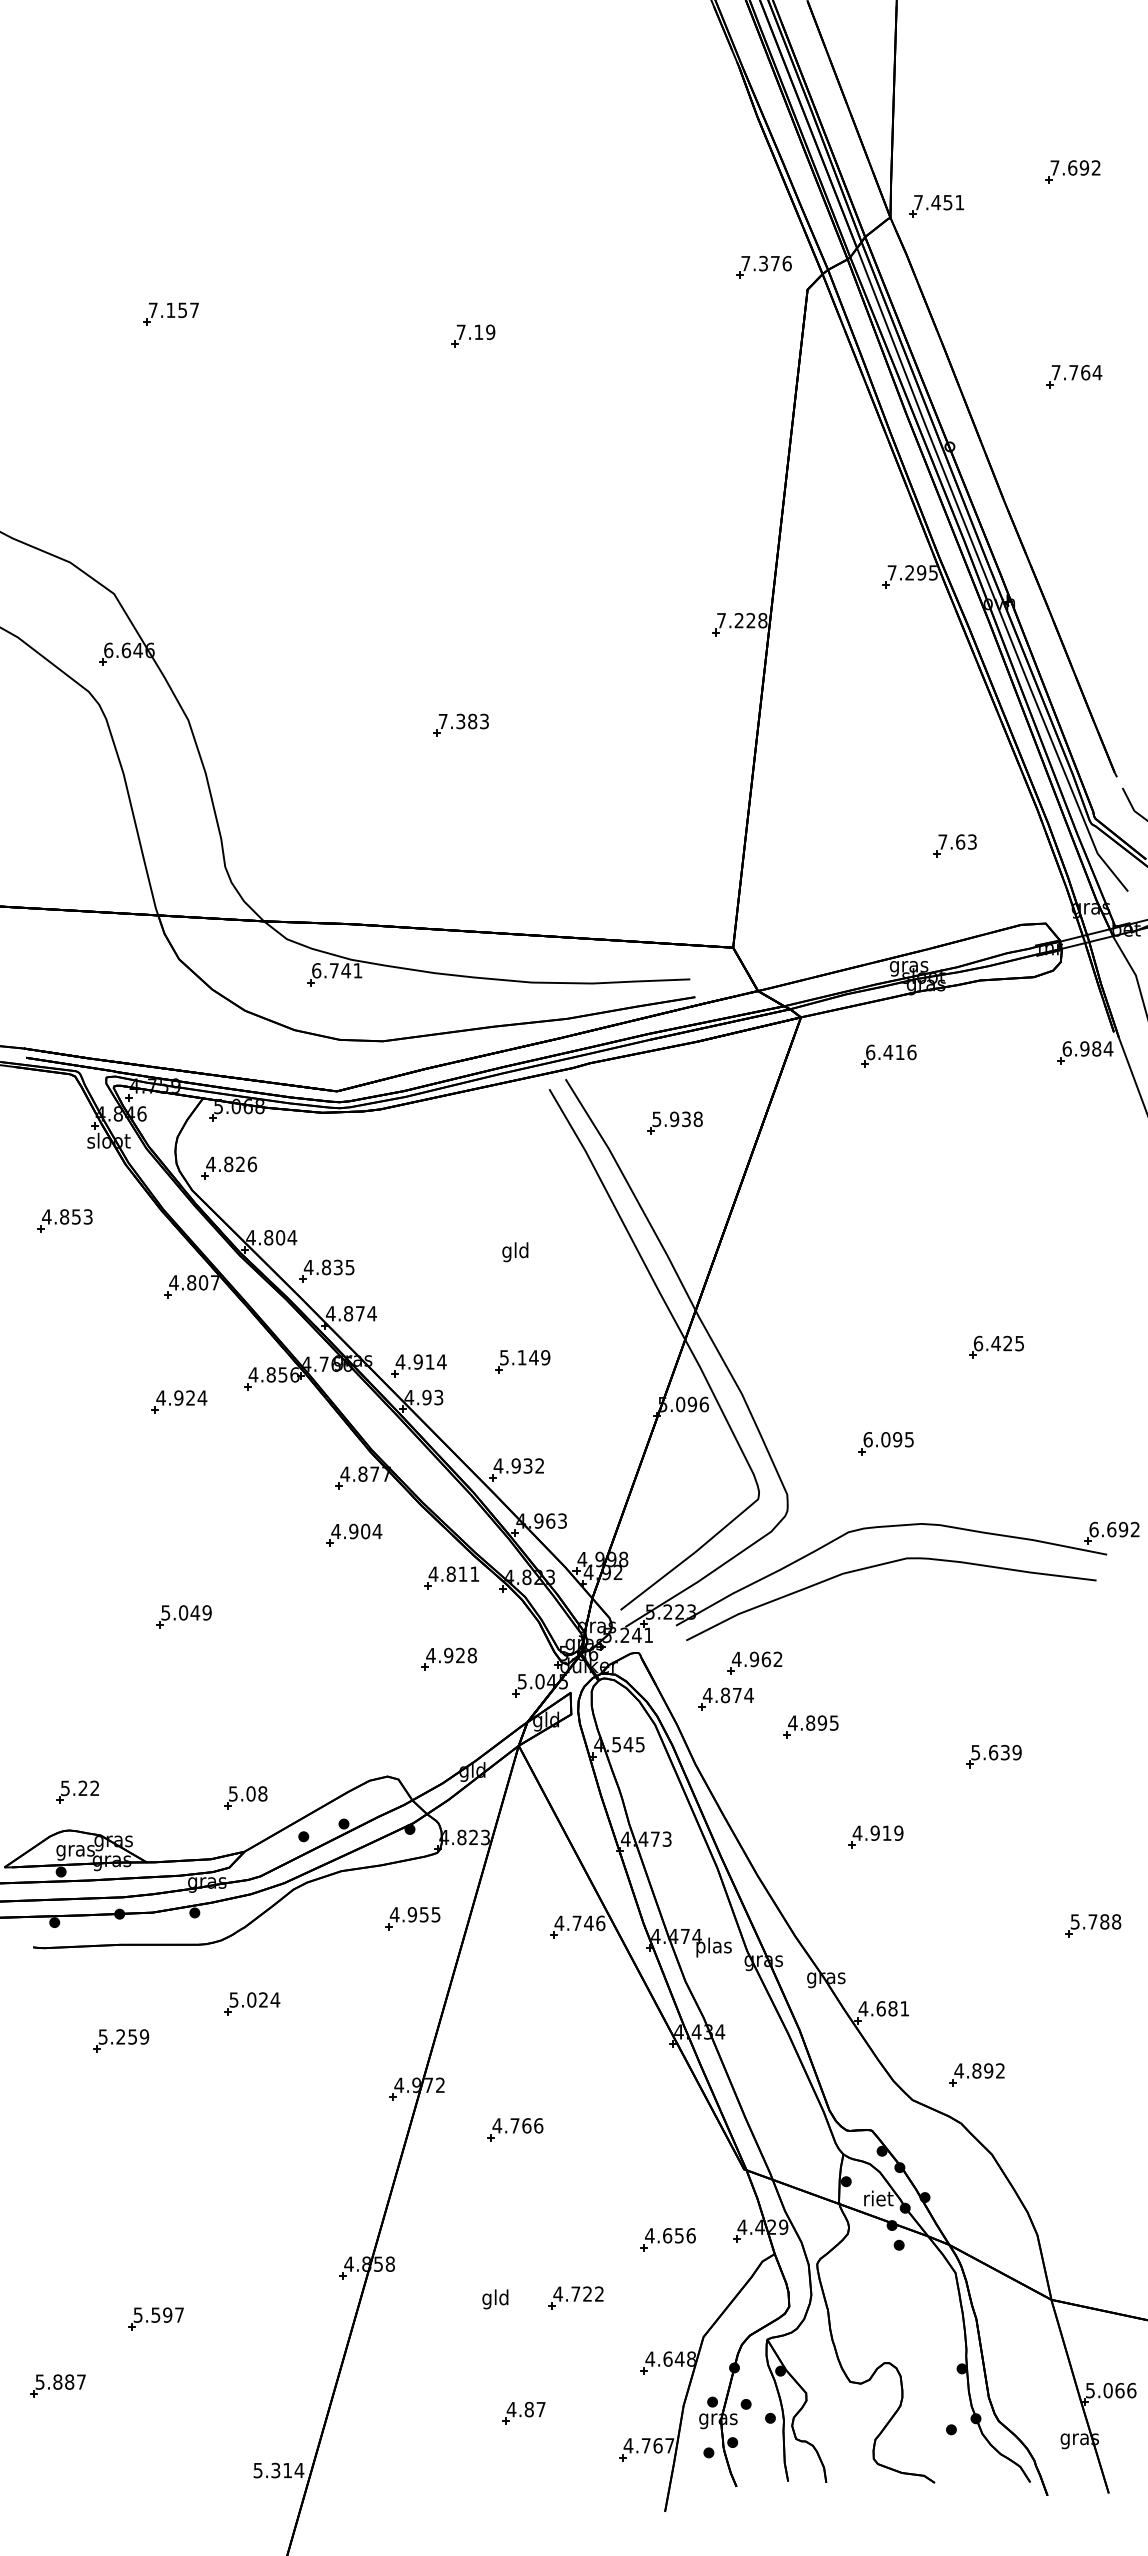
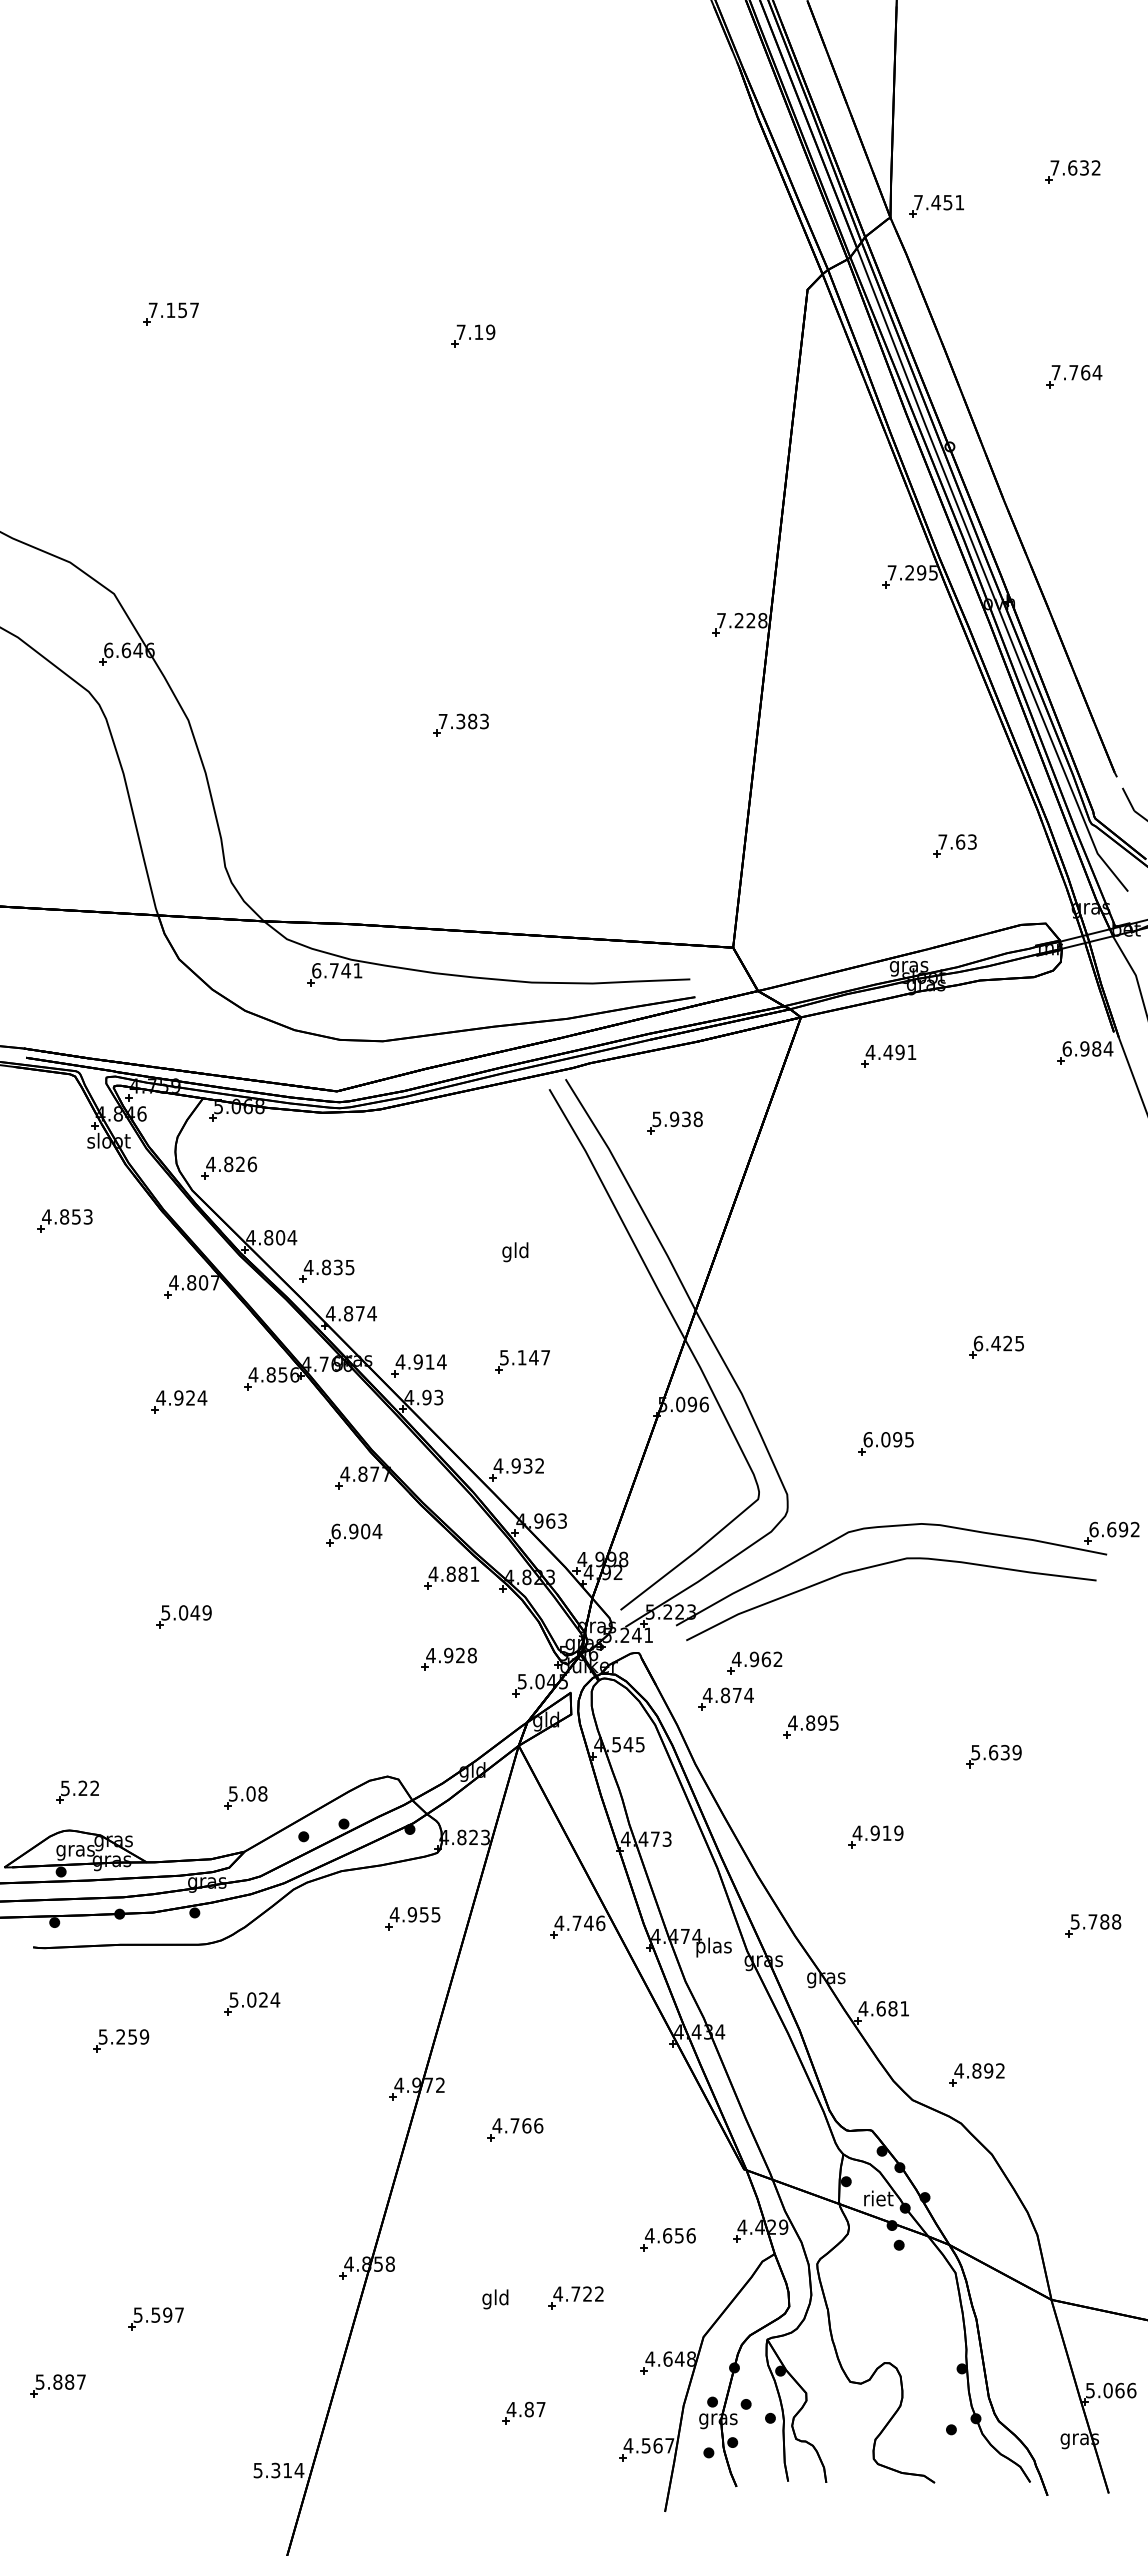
text at (1084, 167): 7.692 -> 7.632
part at (763, 266): present -> none
text at (890, 1052): 6.416 -> 4.491
text at (545, 1357): 5.149 -> 5.147
text at (335, 1531): 4.904 -> 6.904
text at (462, 1573): 4.811 -> 4.881
text at (645, 2445): 4.767 -> 4.567
